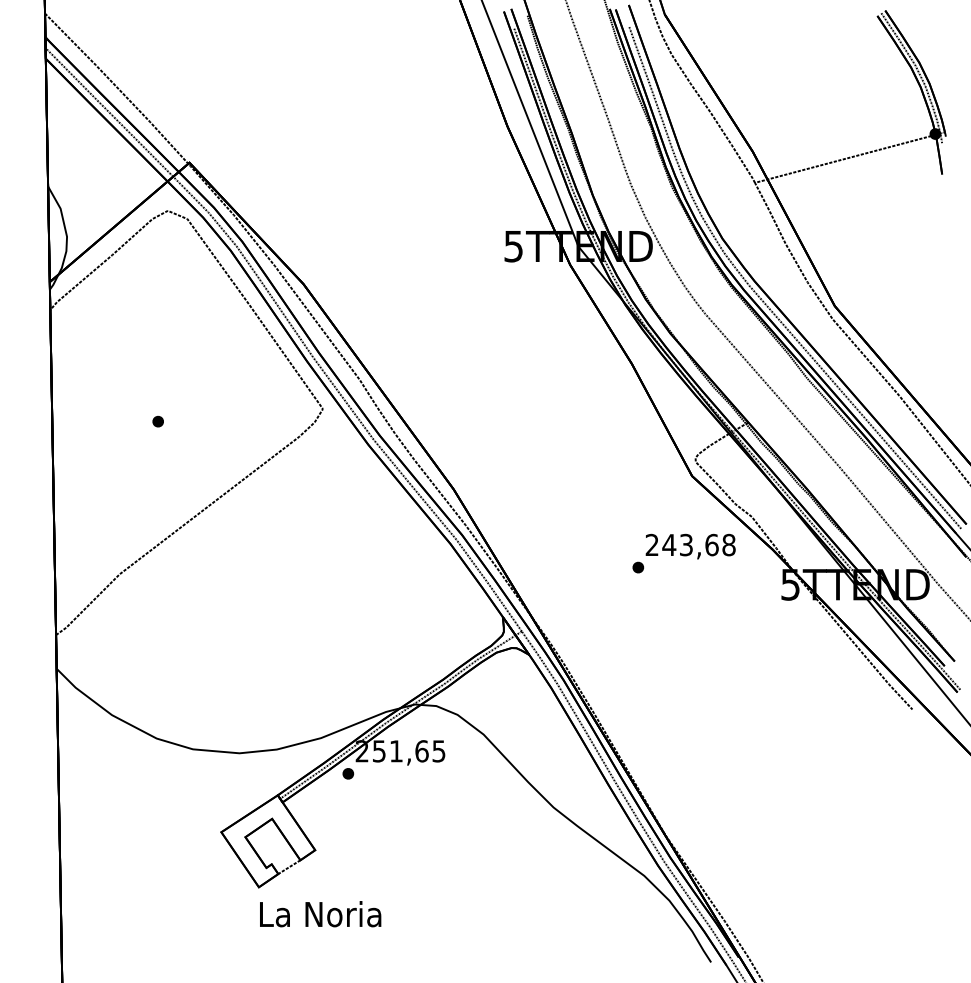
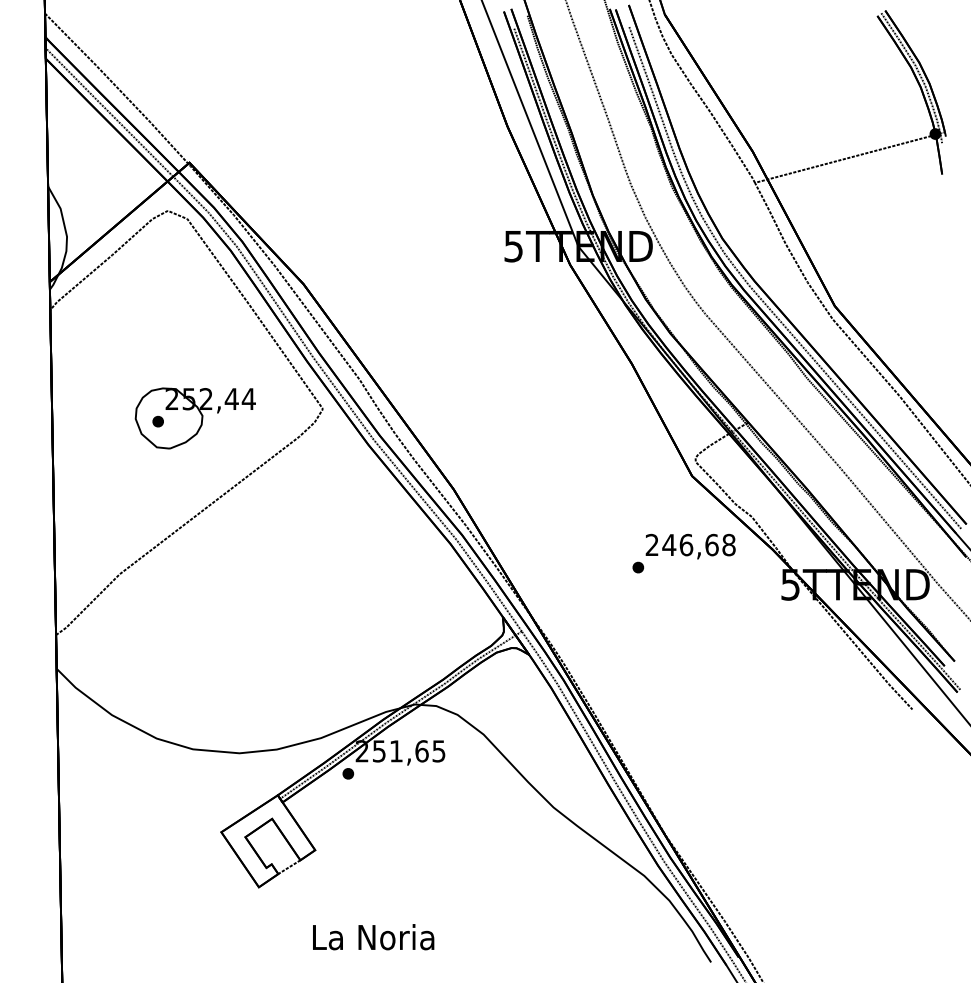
part at (194, 418): none -> present
text at (686, 544): 243,68 -> 246,68
text at (320, 914) position: (320, 914) -> (373, 937)
